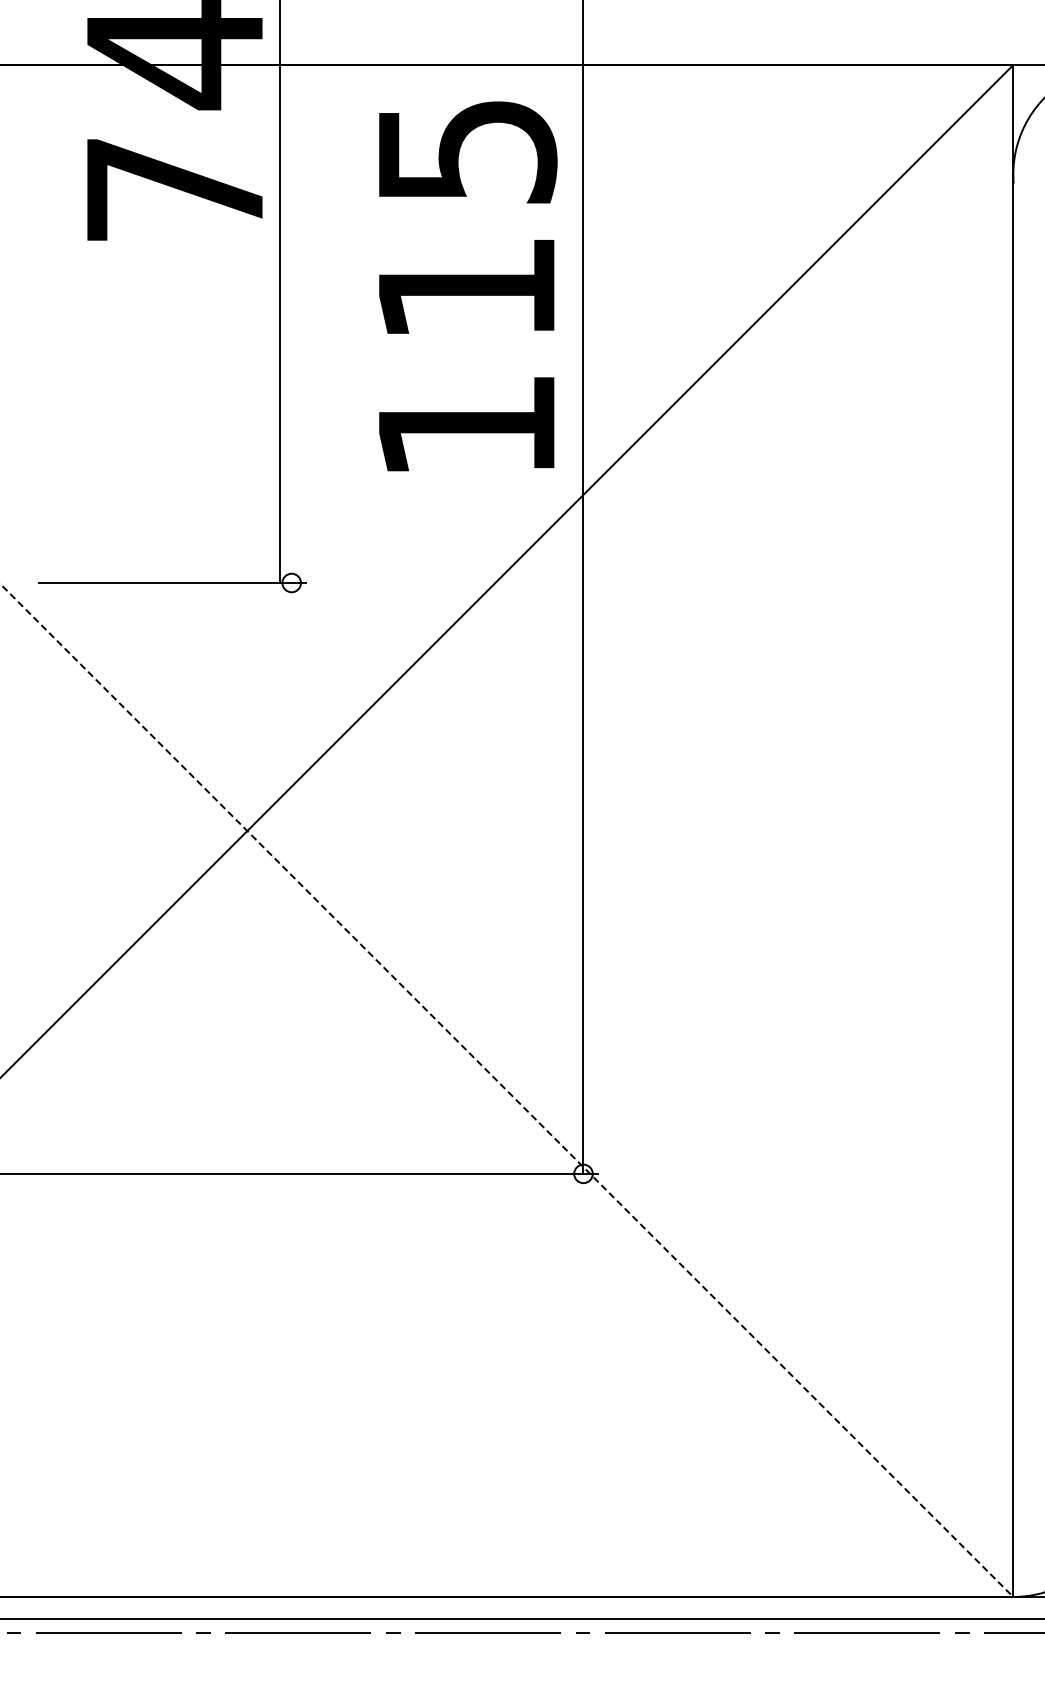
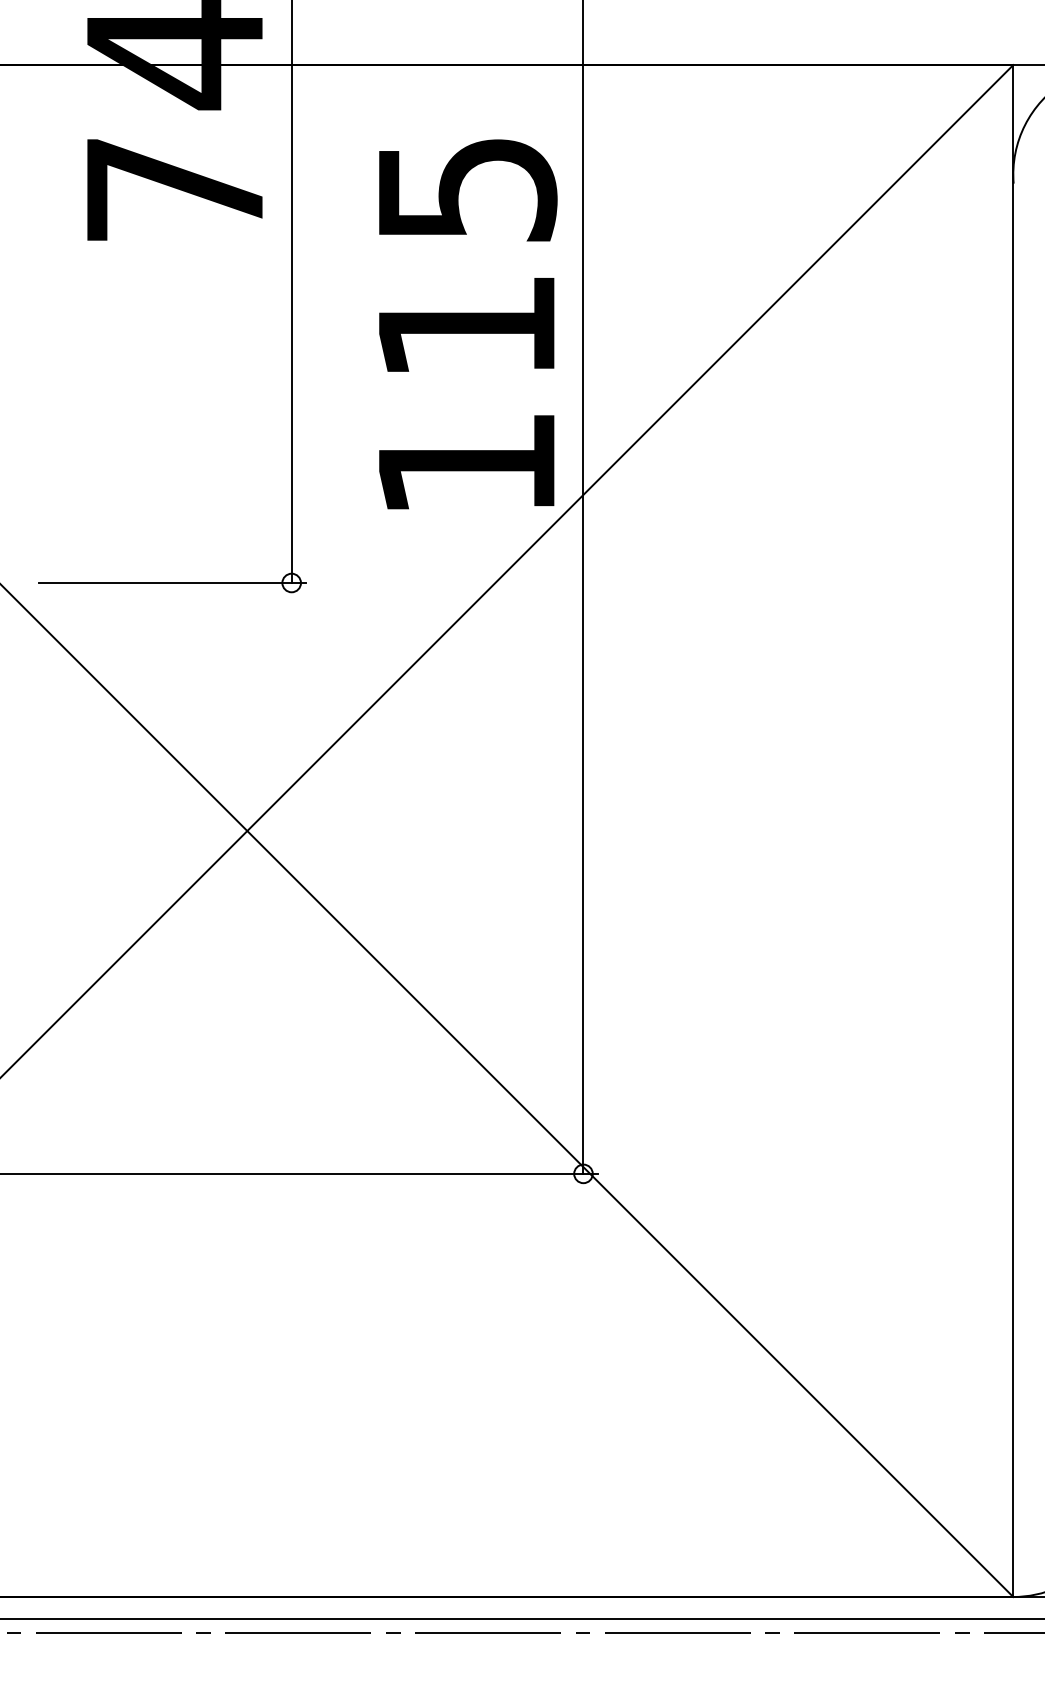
text at (468, 286) position: (468, 286) -> (468, 324)
line at (279, 292) position: (279, 292) -> (291, 292)
line at (507, 1090): dashed -> solid
